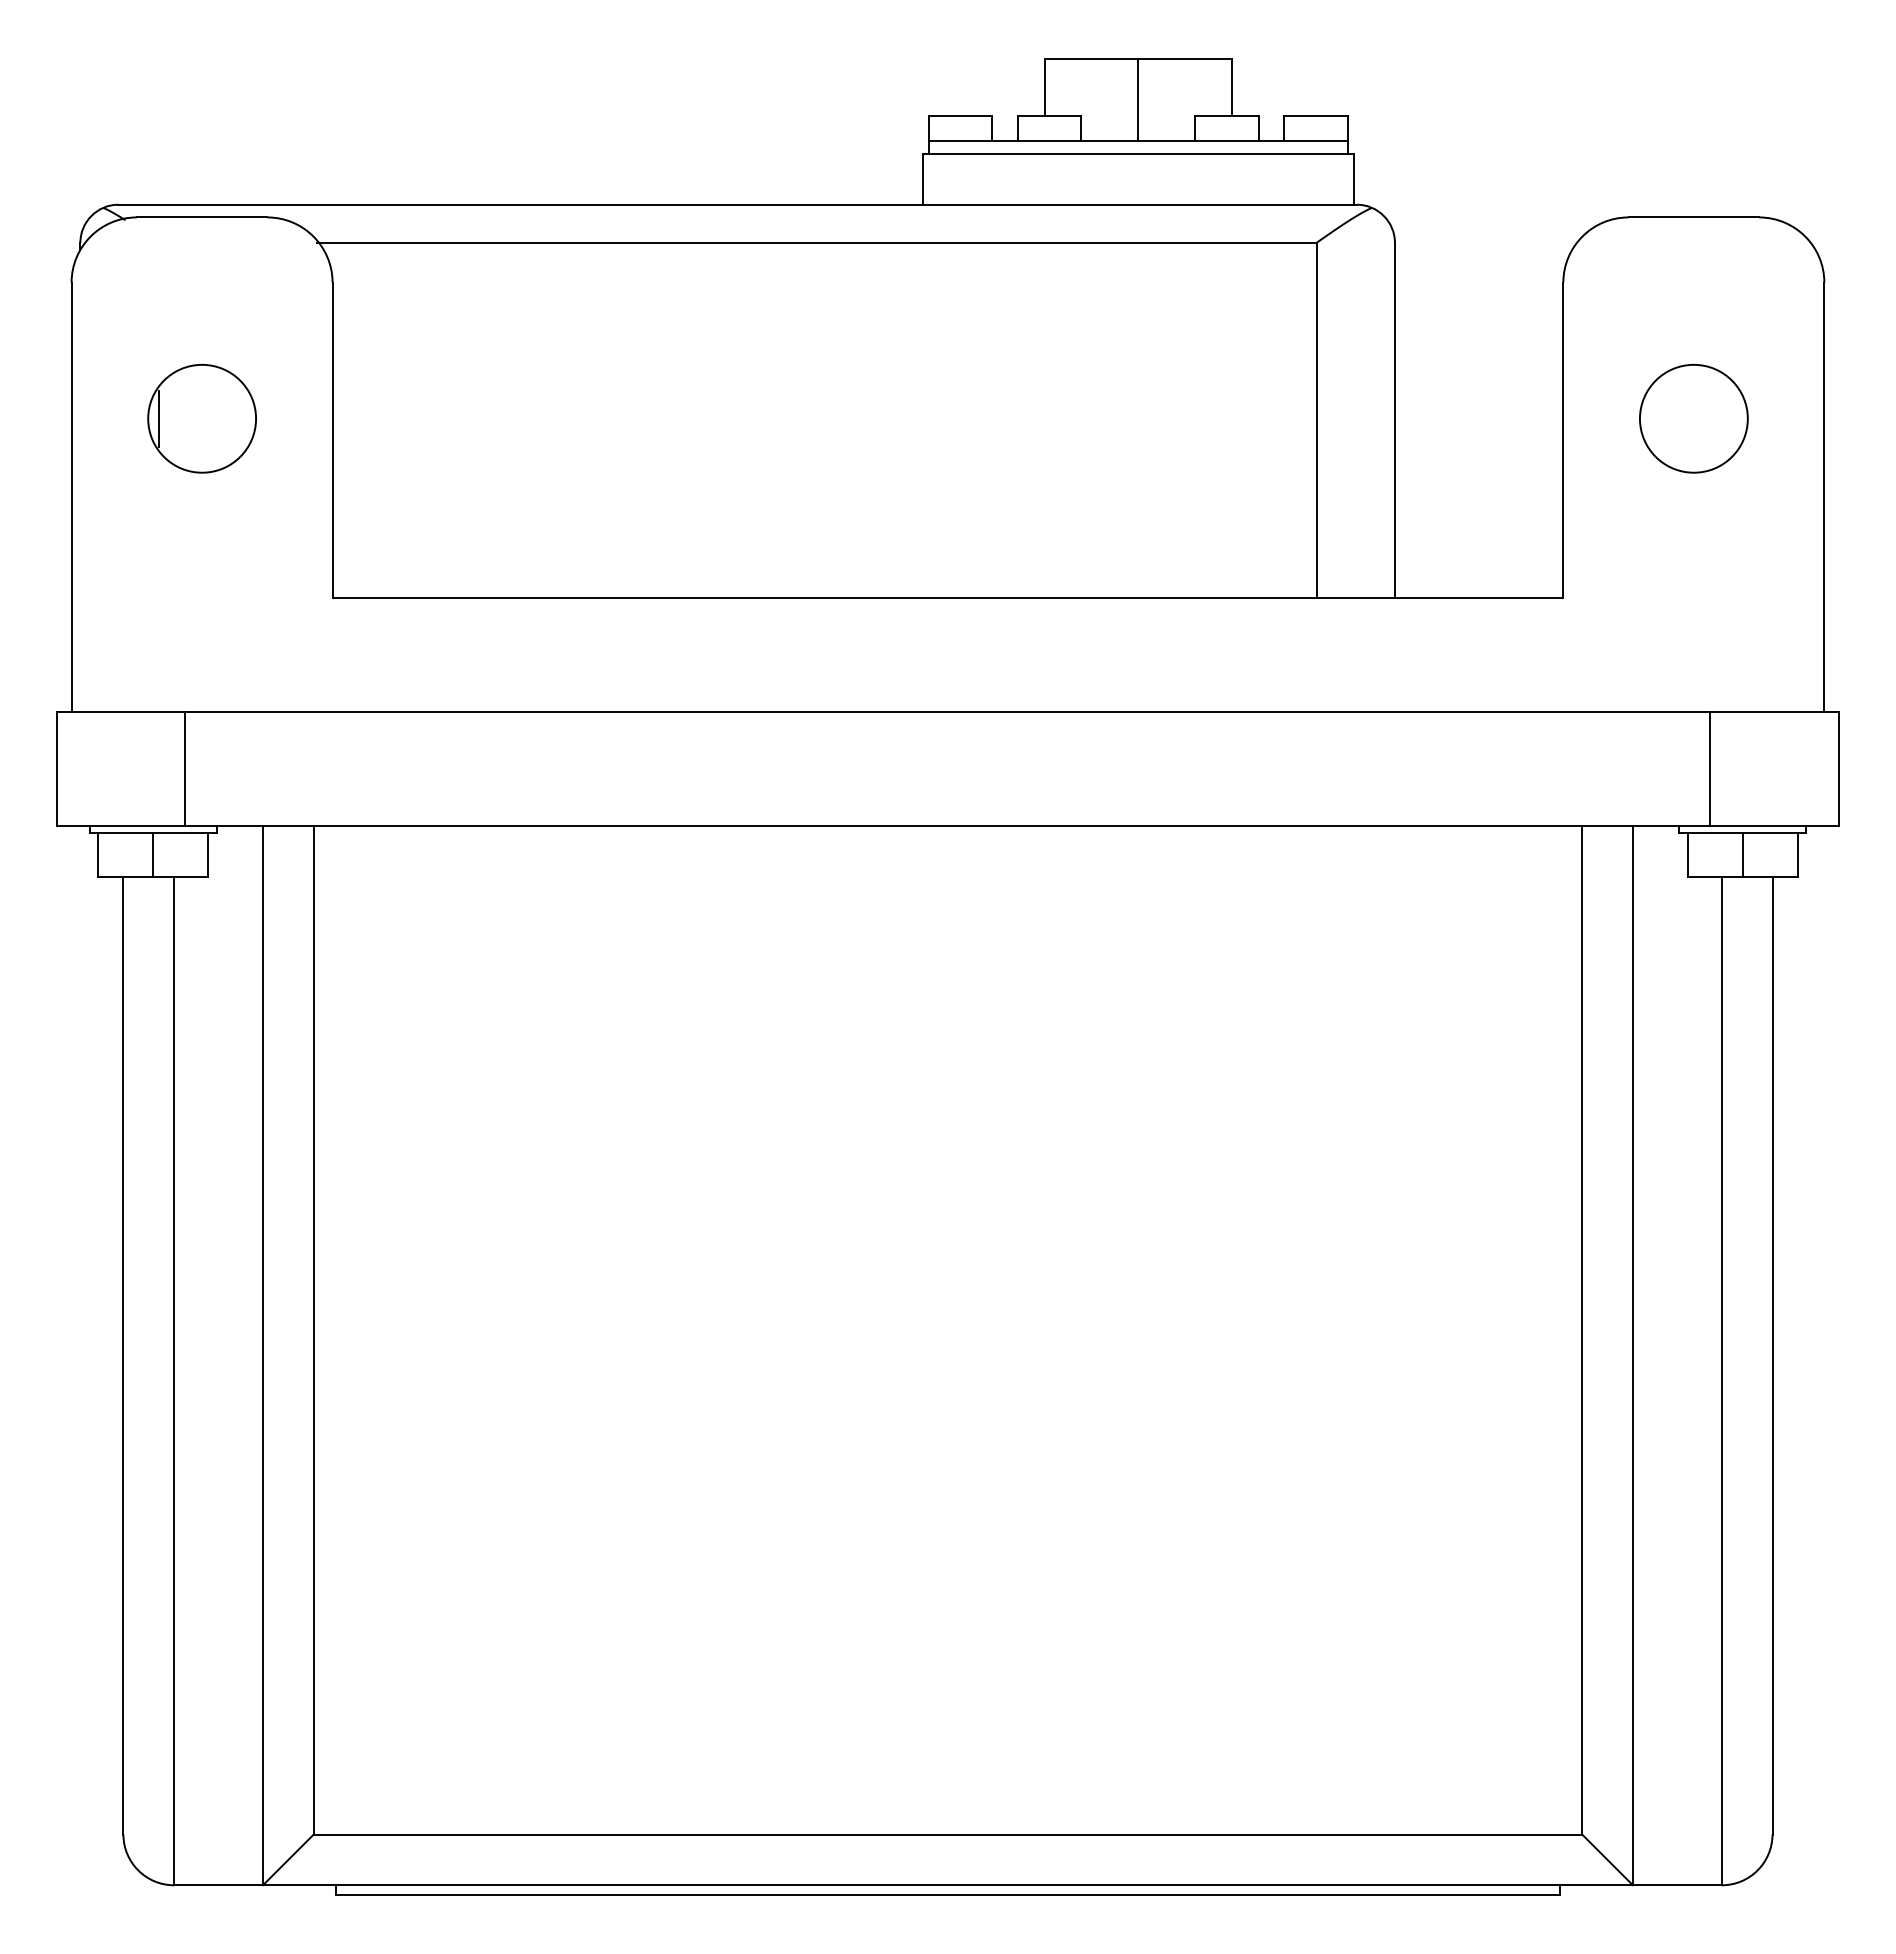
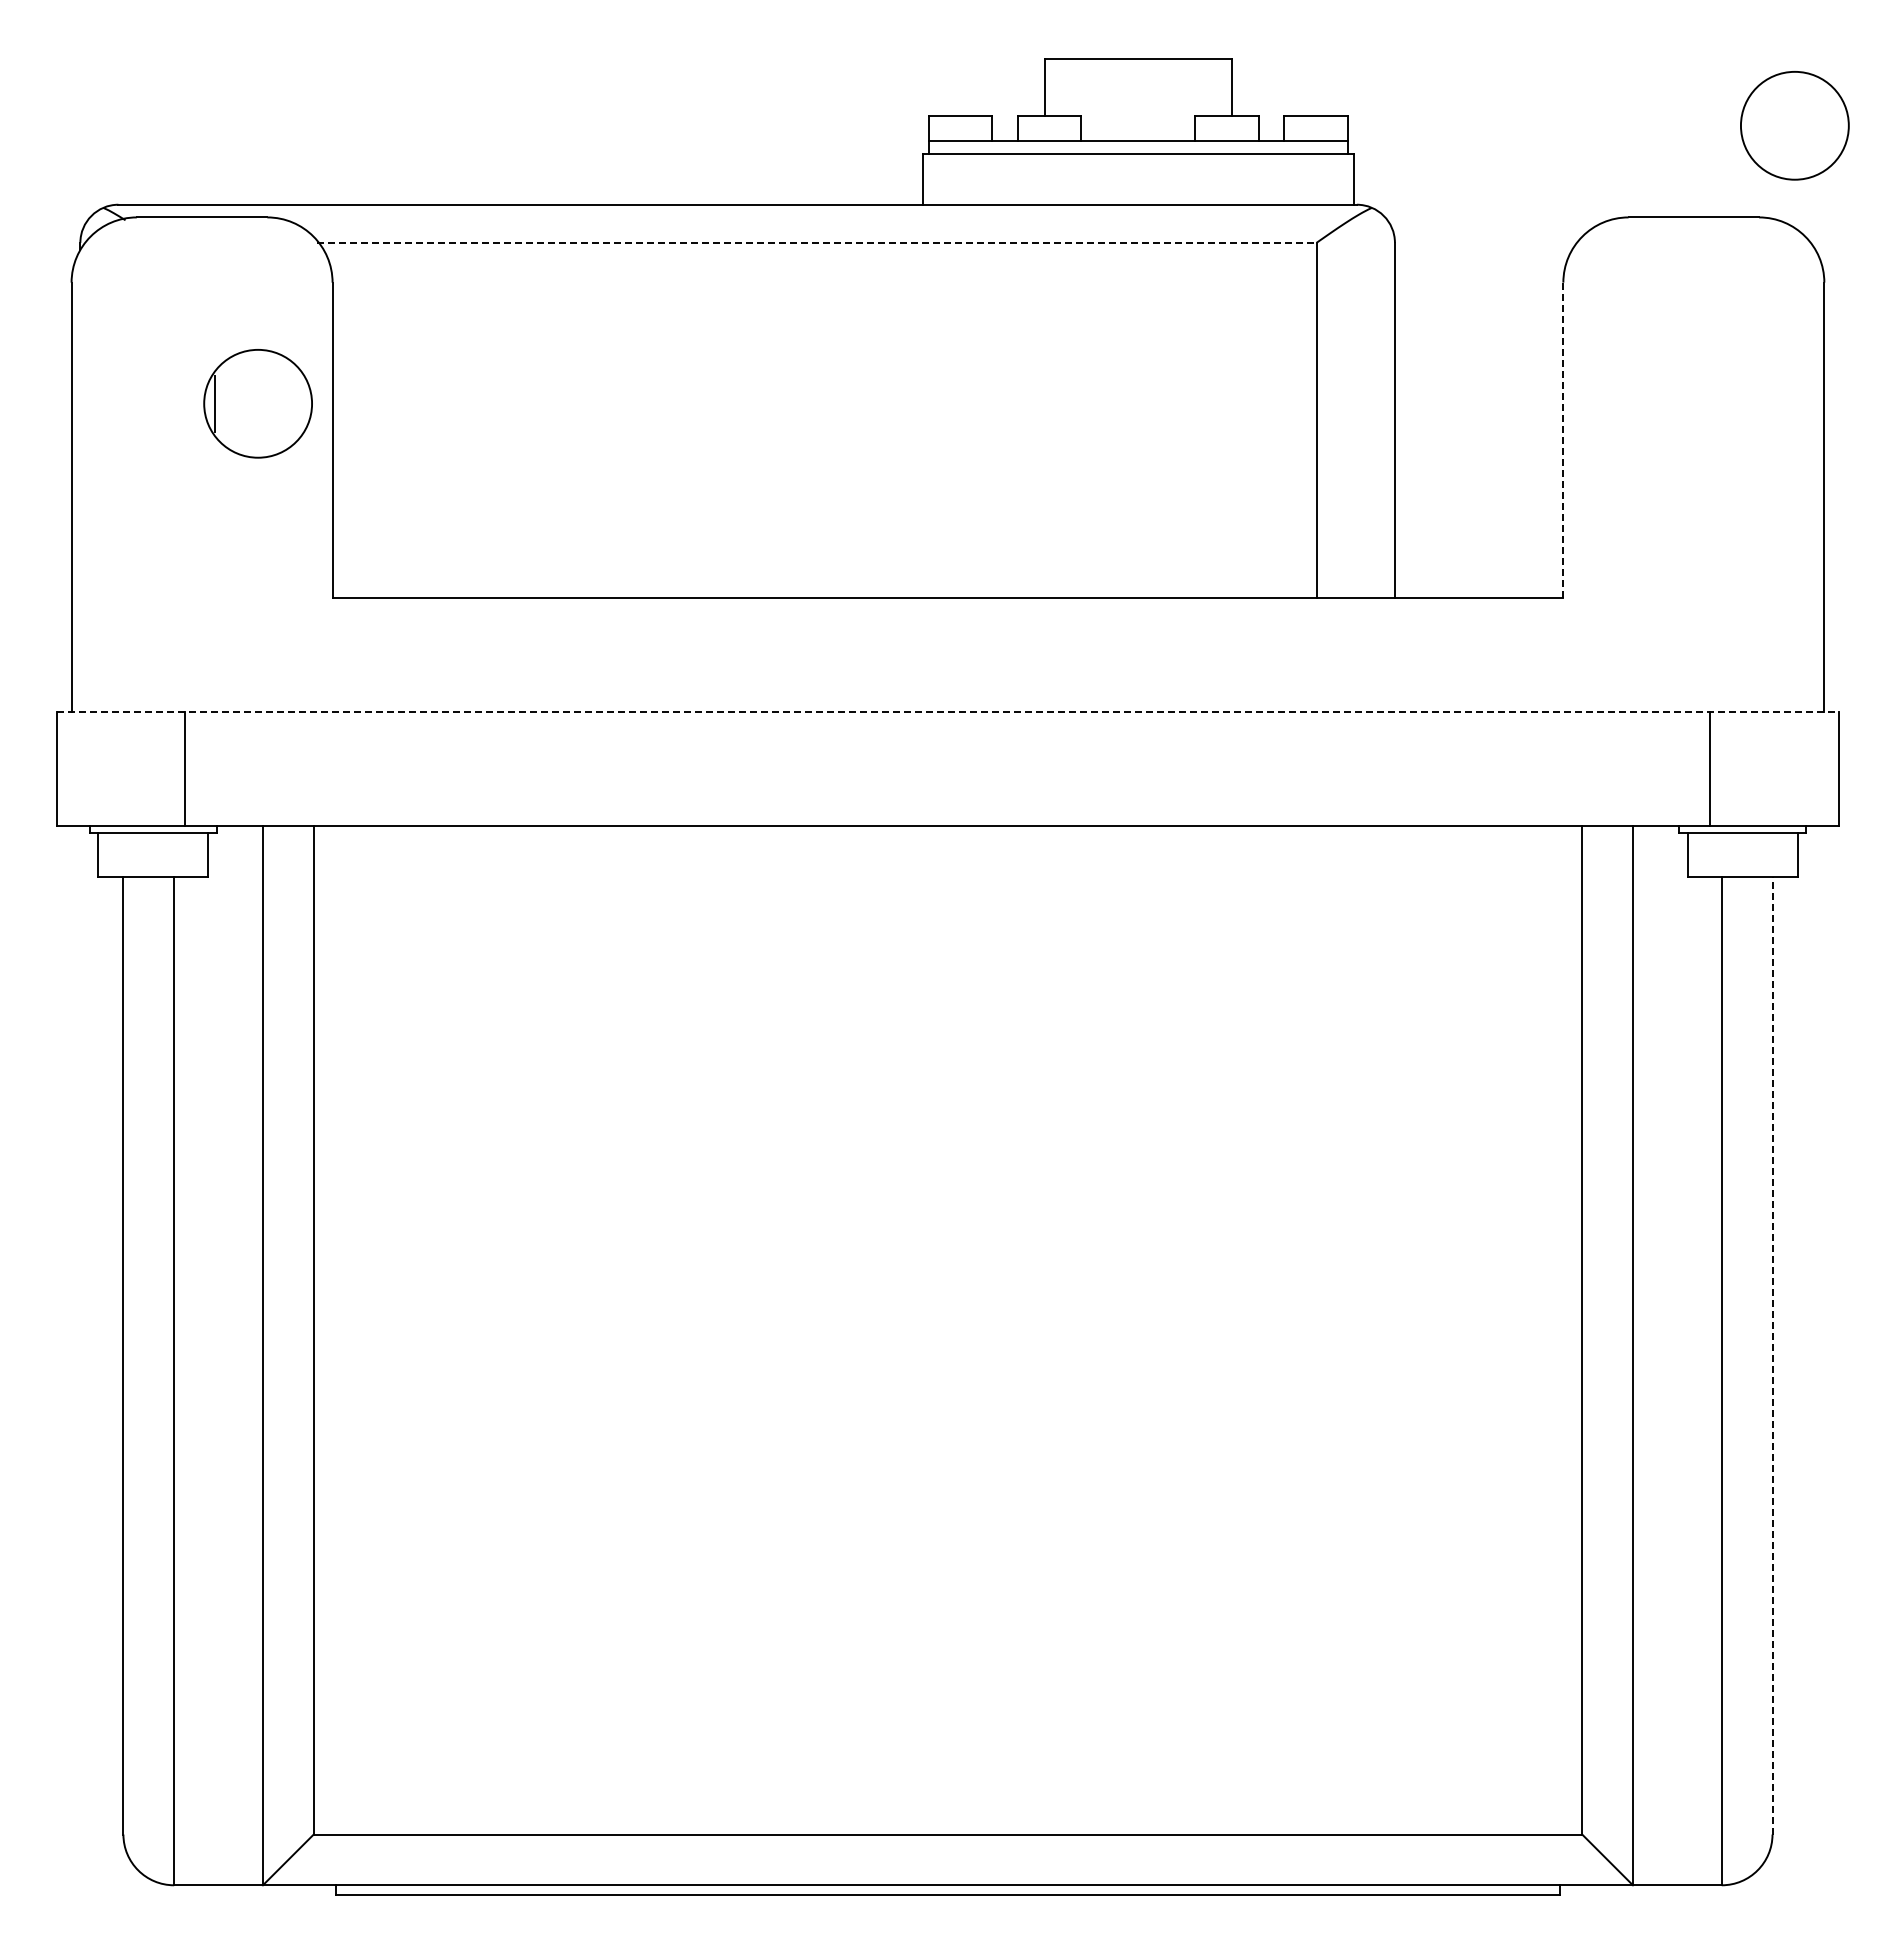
line at (1138, 99): present -> none
line at (817, 242): solid -> dashed
part at (201, 418) position: (201, 418) -> (257, 403)
circle at (1693, 418) position: (1693, 418) -> (1794, 125)
line at (1563, 440): solid -> dashed
line at (948, 712): solid -> dashed
line at (153, 854): present -> none
line at (1742, 854): present -> none
line at (1772, 1355): solid -> dashed
